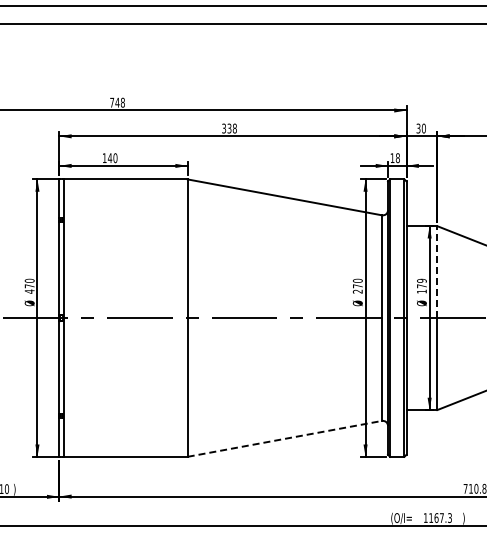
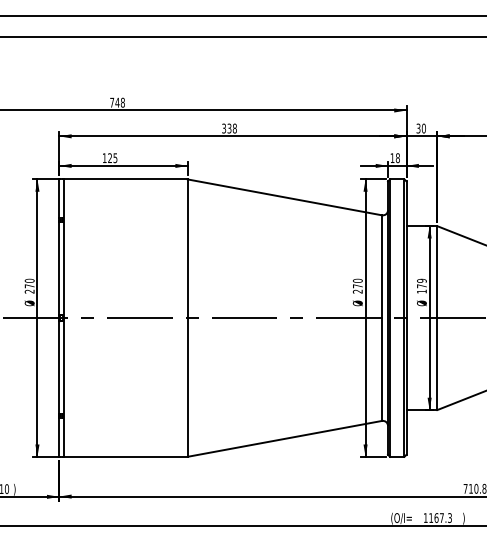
line at (242, 6) position: (242, 6) -> (242, 16)
line at (242, 23) position: (242, 23) -> (242, 36)
text at (112, 158): 140 -> 125
line at (437, 272): dashed -> solid
text at (29, 291): 470 -> 270
line at (284, 438): dashed -> solid
